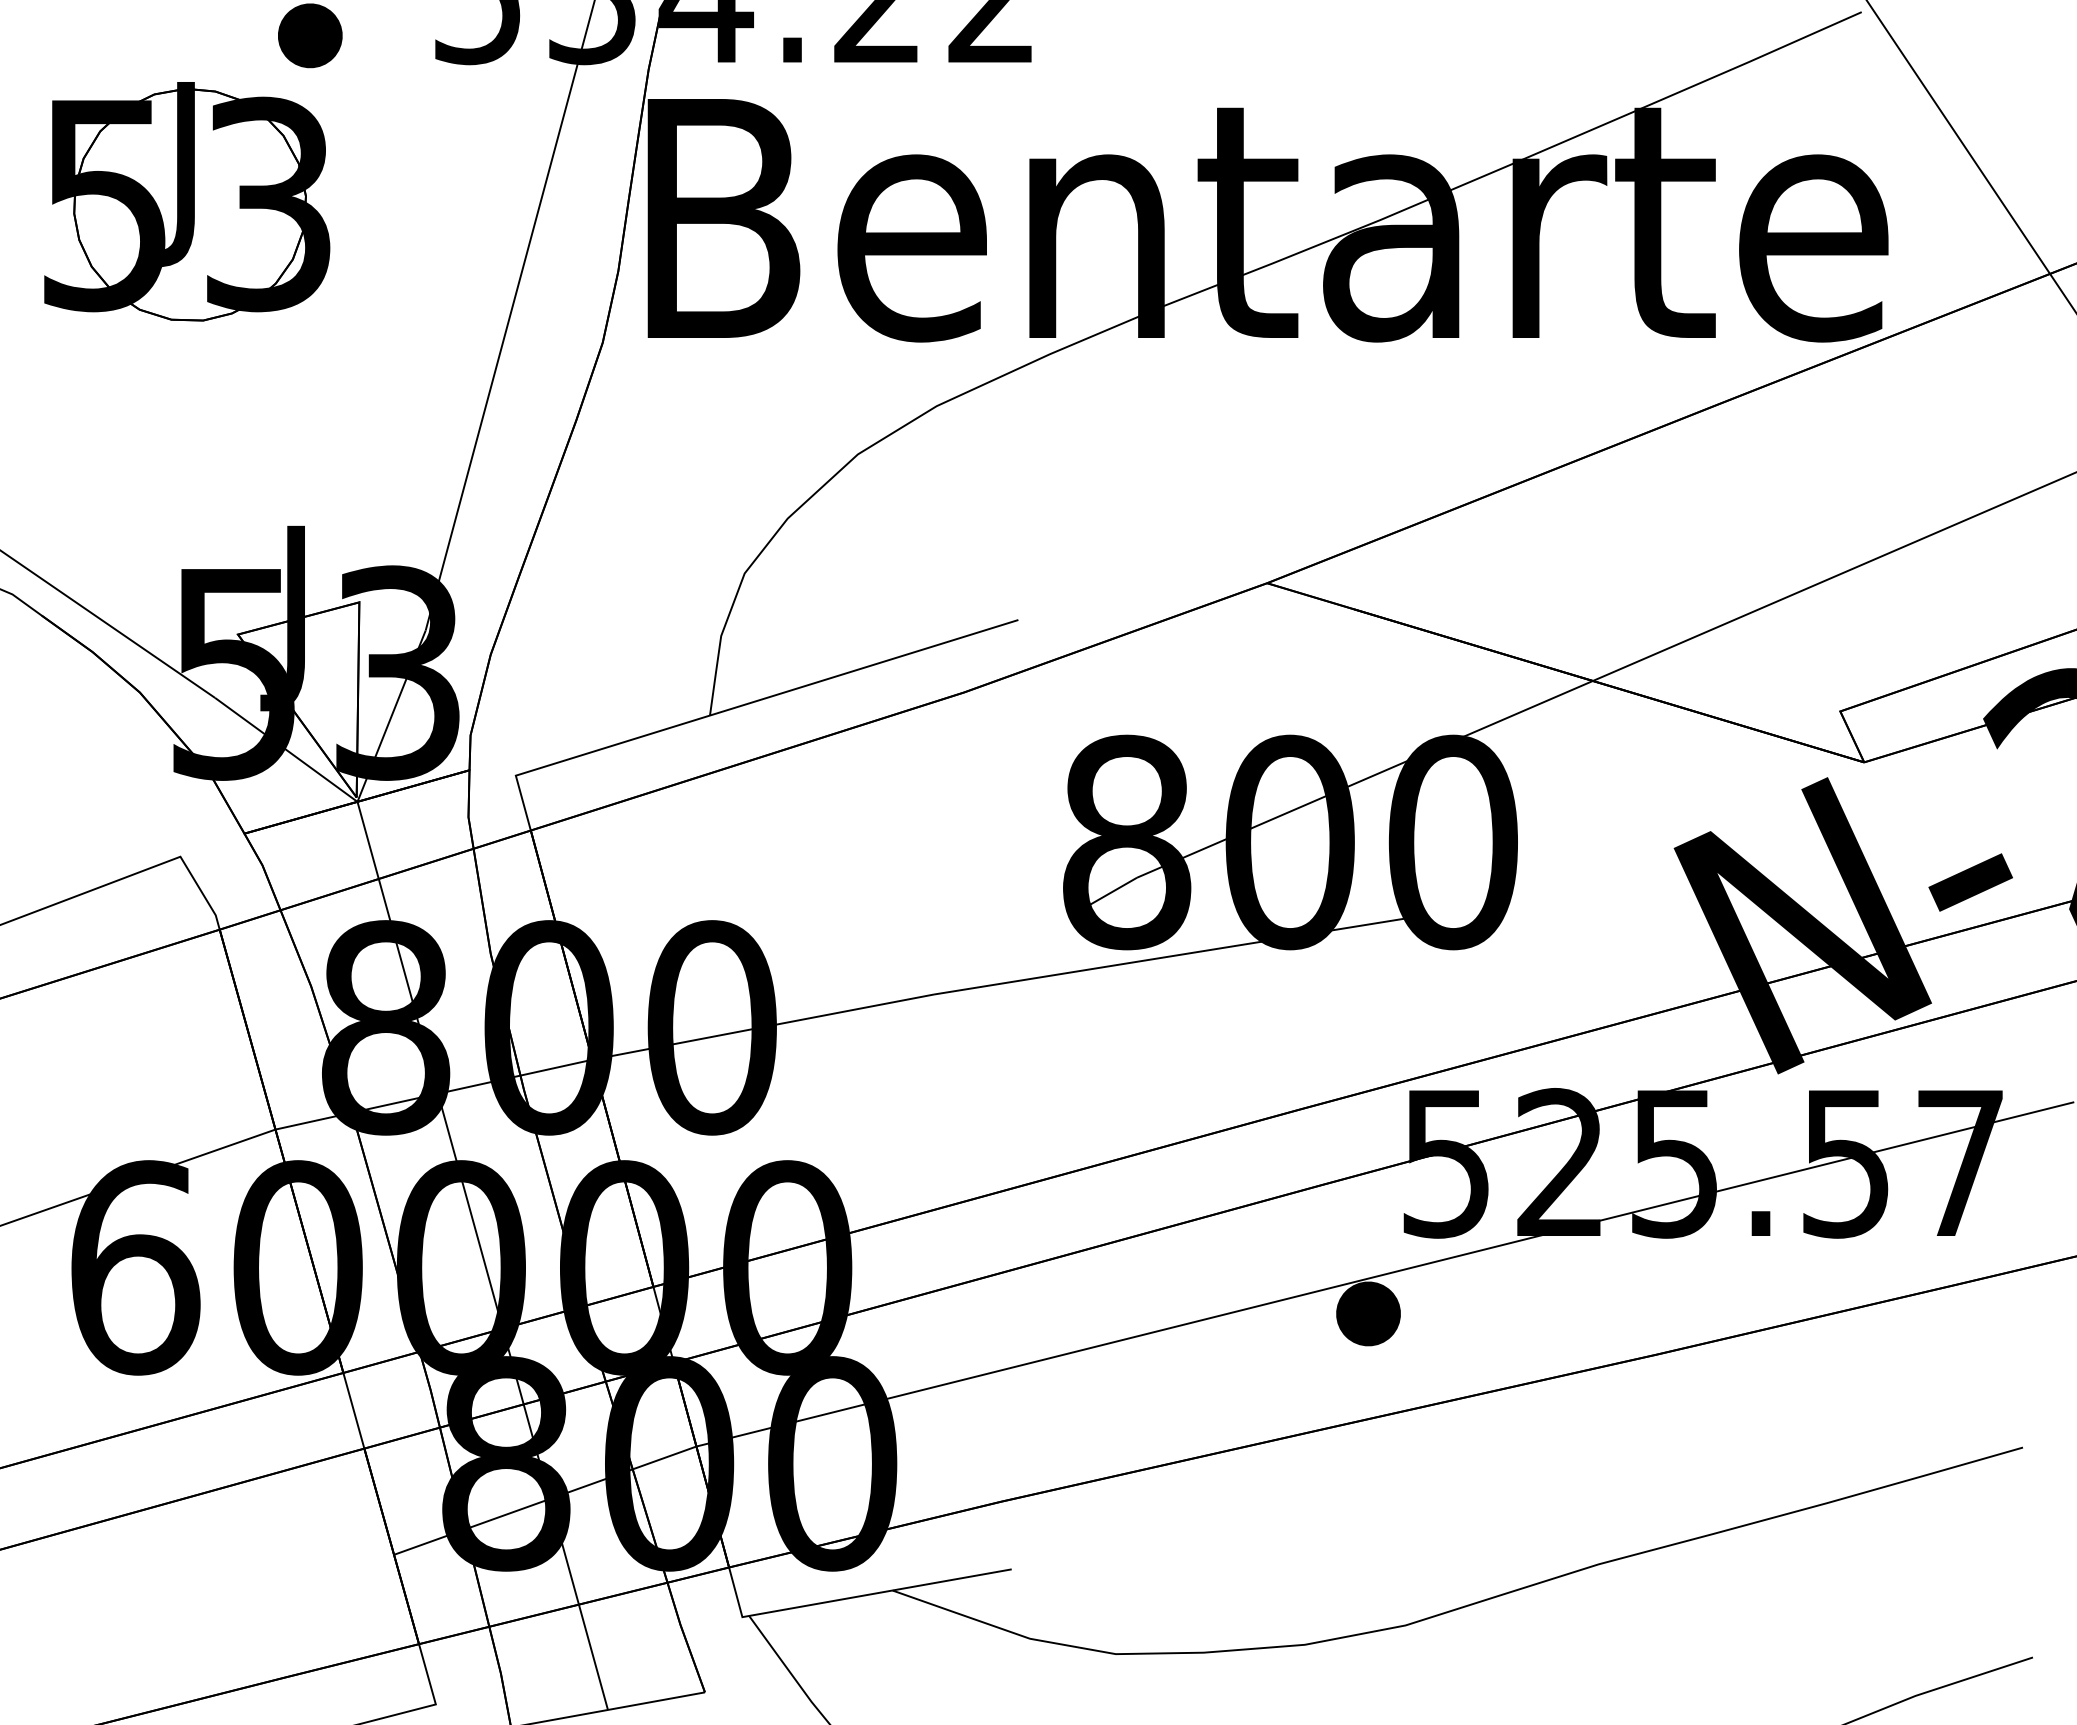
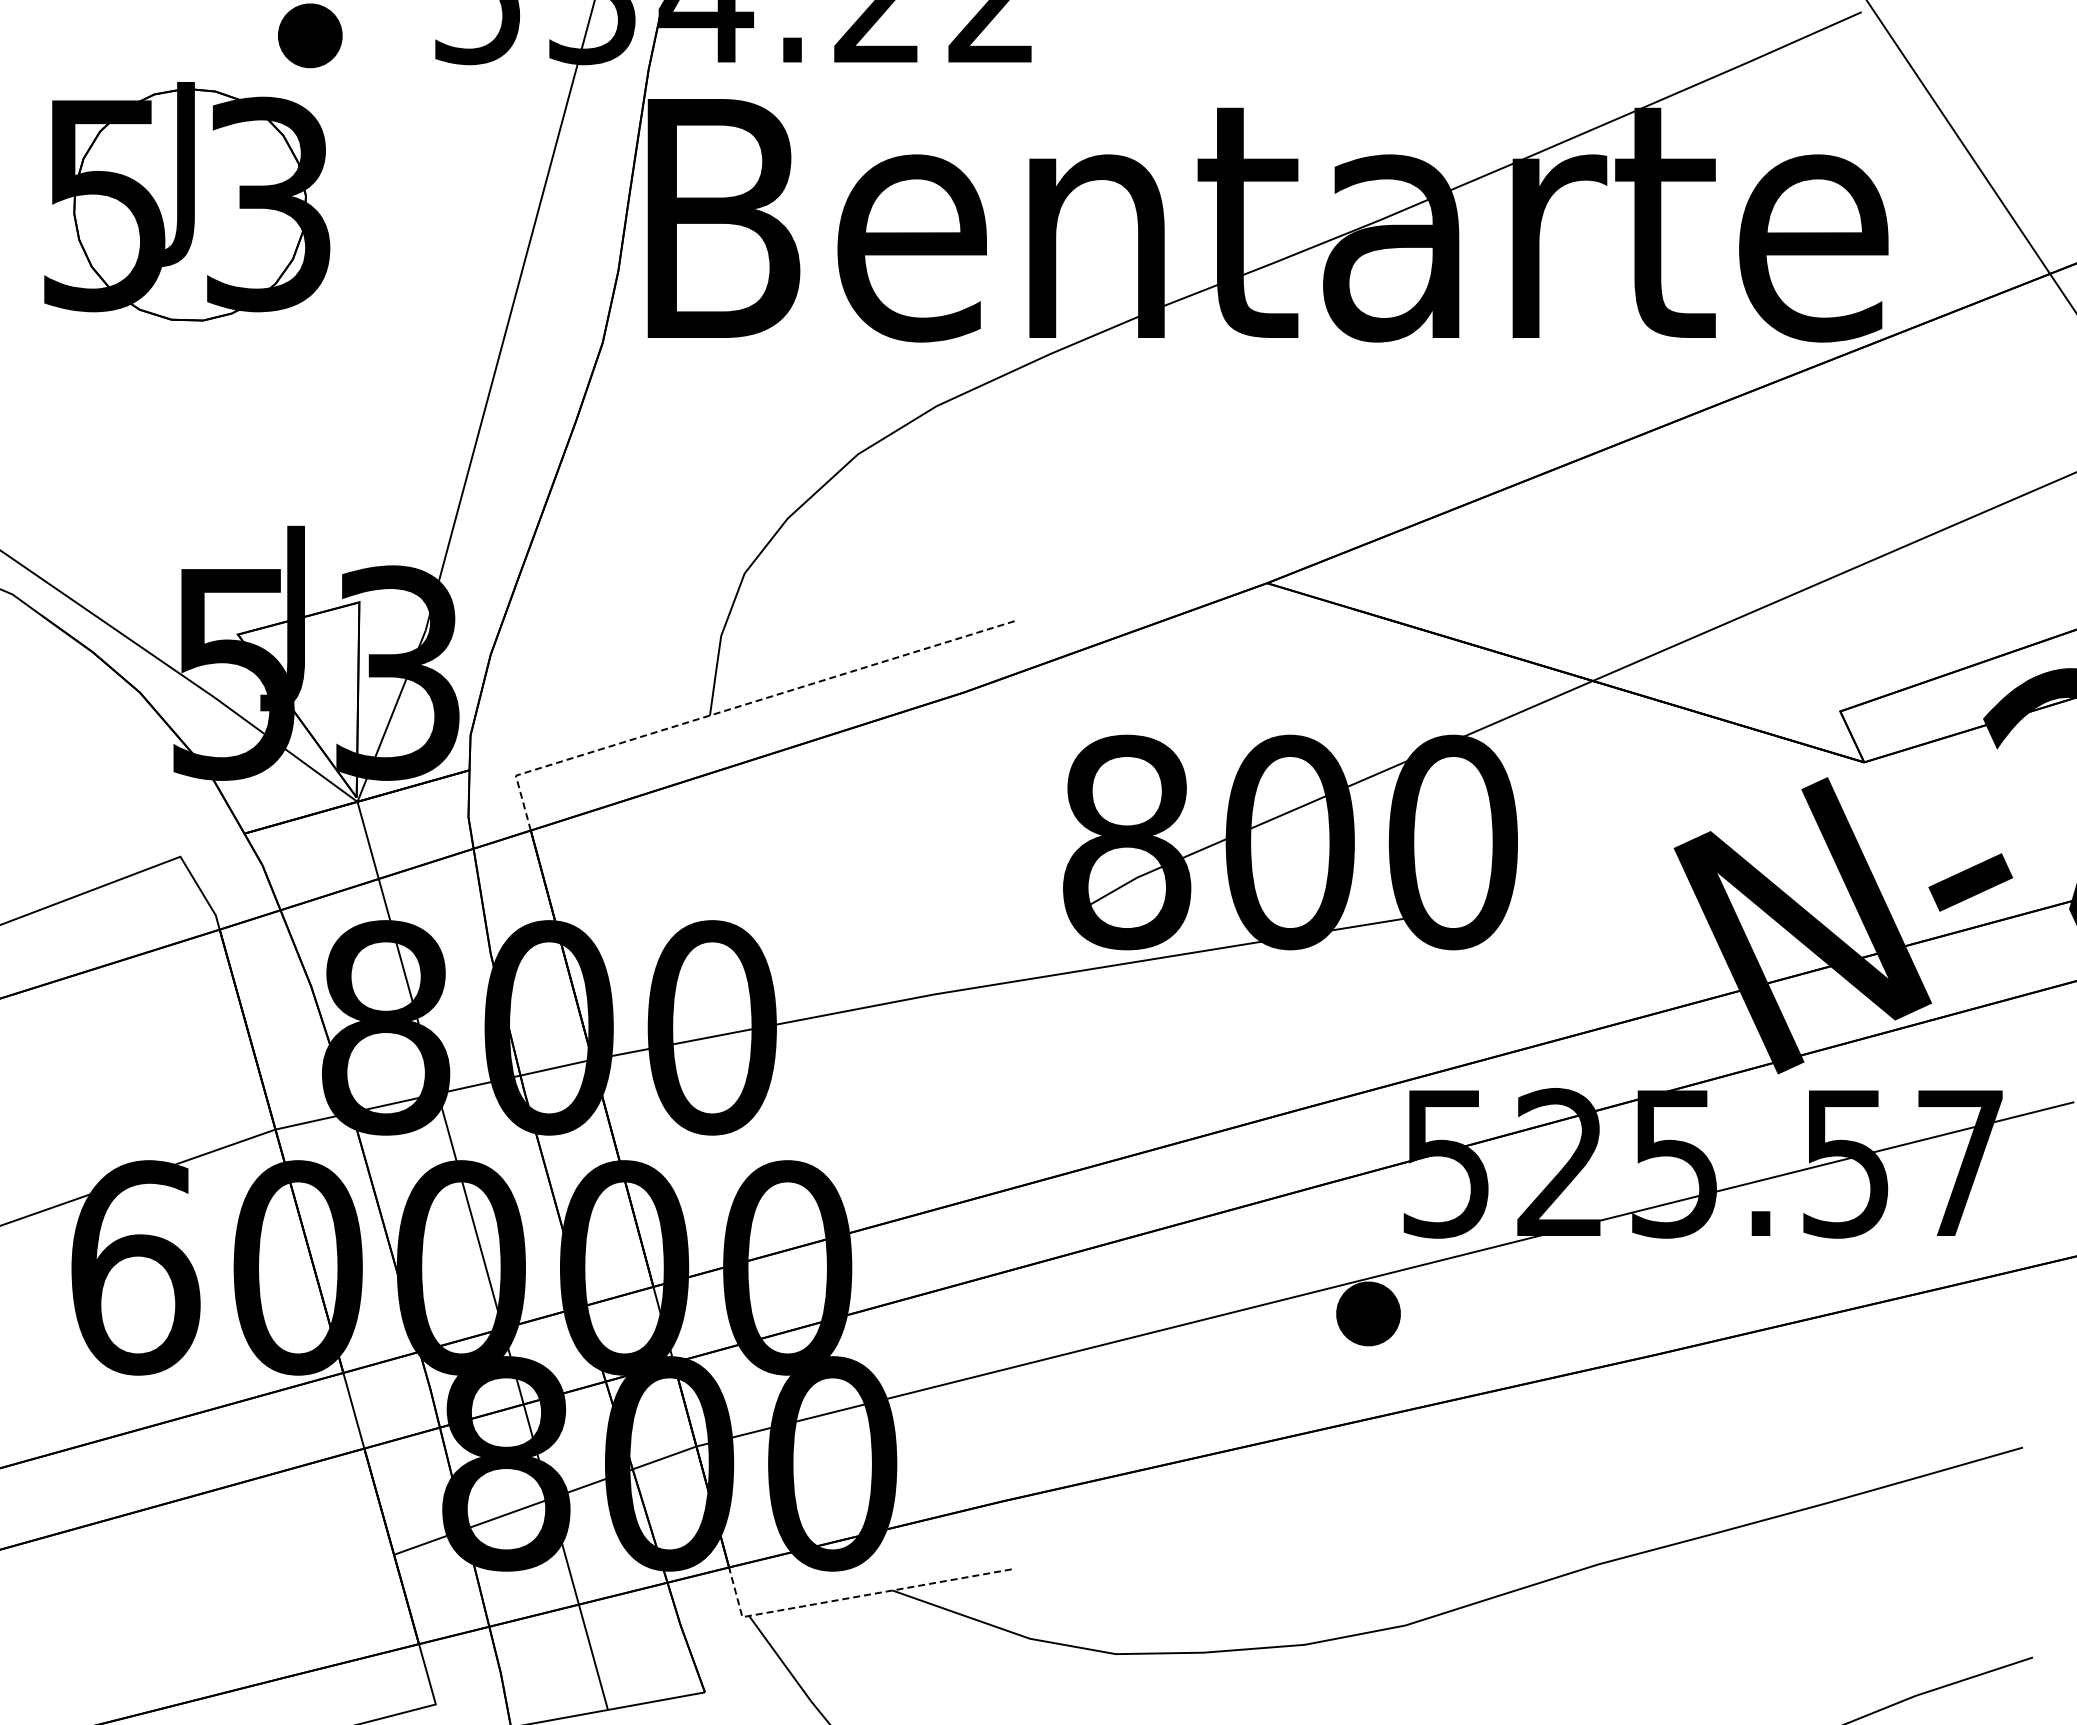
line at (739, 706): solid -> dashed
line at (850, 1597): solid -> dashed
